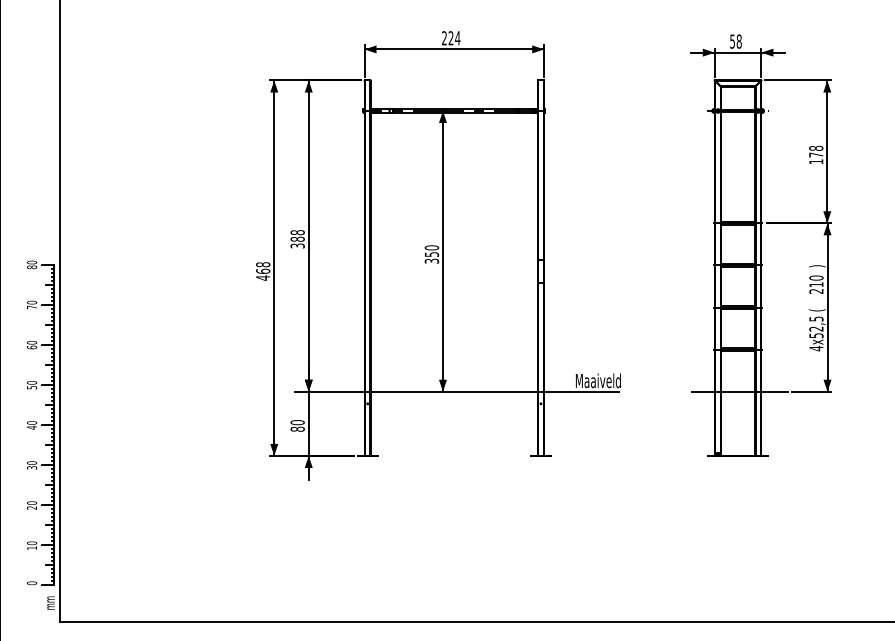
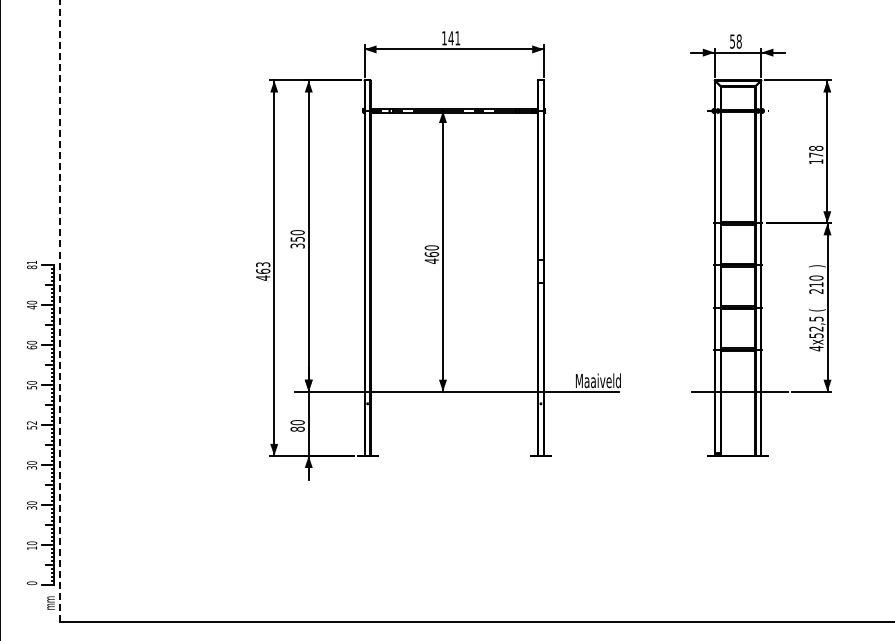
text at (451, 38): 224 -> 141
text at (297, 235): 388 -> 350
text at (431, 257): 350 -> 460
text at (32, 262): 80 -> 81
text at (263, 264): 468 -> 463
text at (31, 307): 70 -> 40
line at (59, 310): solid -> dashed
text at (32, 425): 40 -> 52
text at (32, 507): 20 -> 30
